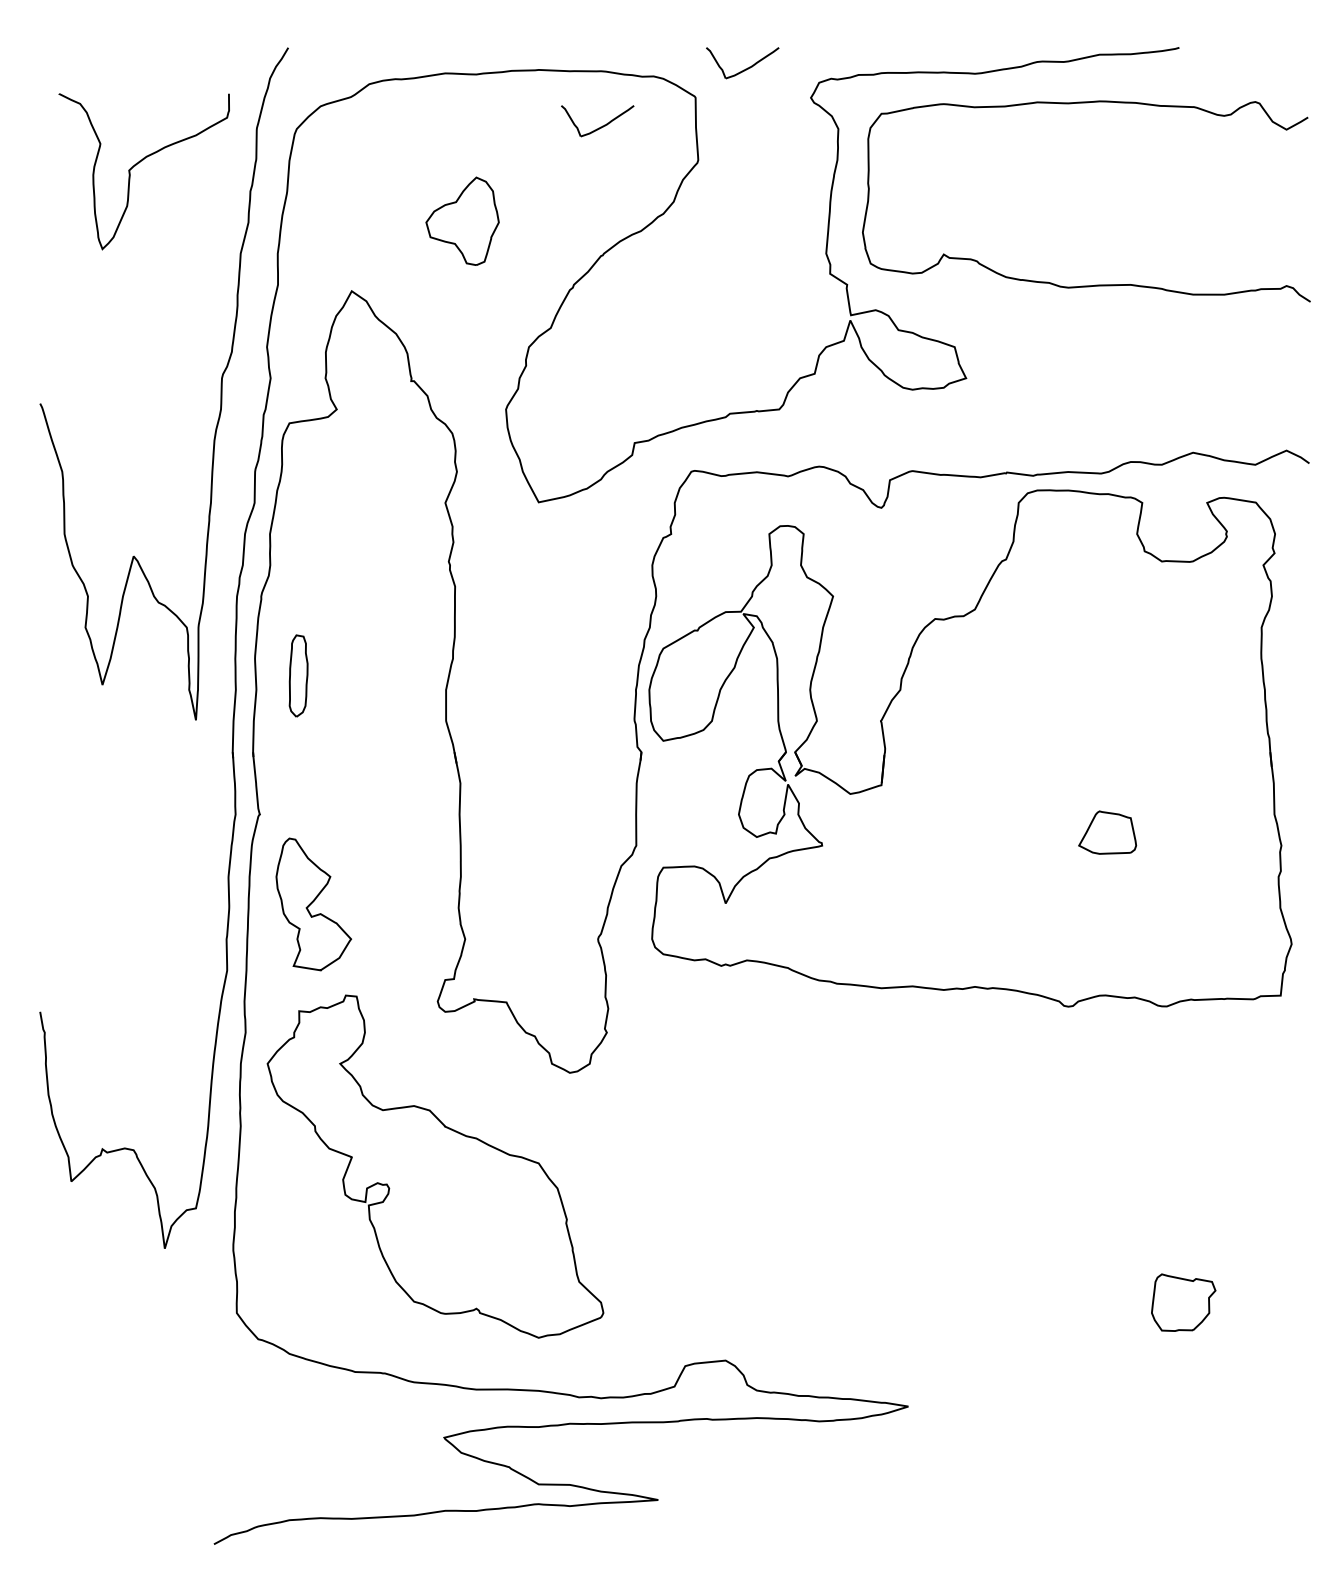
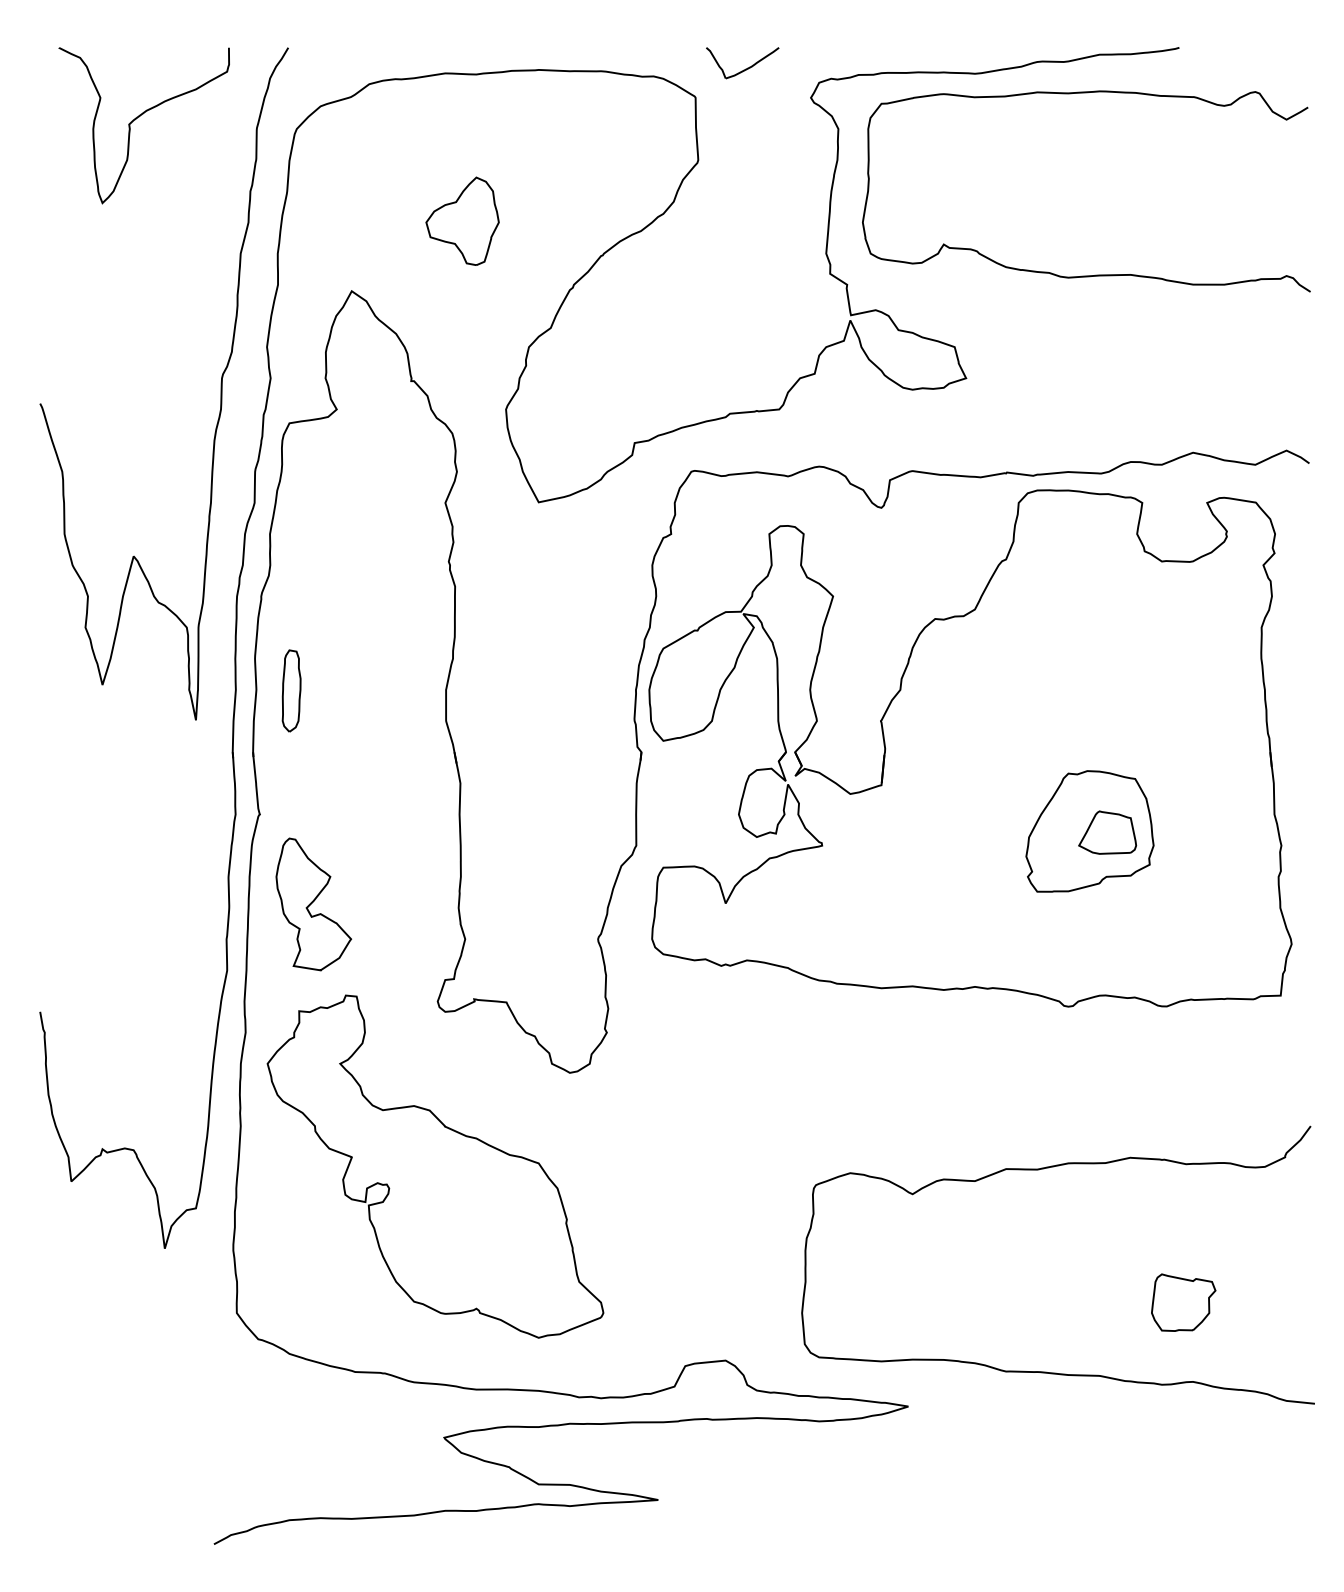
part at (597, 121): present -> none
curve at (139, 163) position: (139, 163) -> (139, 117)
curve at (1095, 284) position: (1095, 284) -> (1095, 274)
part at (298, 675) position: (298, 675) -> (291, 690)
part at (1089, 831): none -> present
curve at (1039, 1170): none -> present
